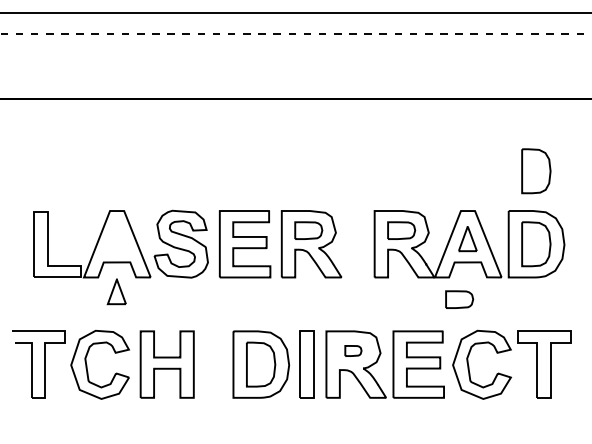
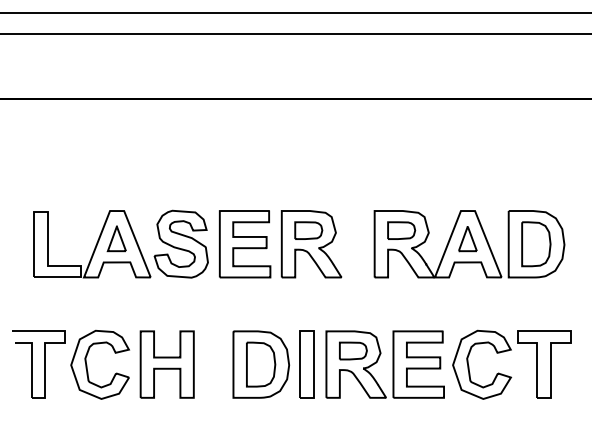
line at (296, 33): dashed -> solid
part at (536, 171): present -> none
part at (116, 291) position: (116, 291) -> (116, 238)
part at (459, 299): present -> none
part at (353, 350) size: 19x12 px -> 29x20 px
